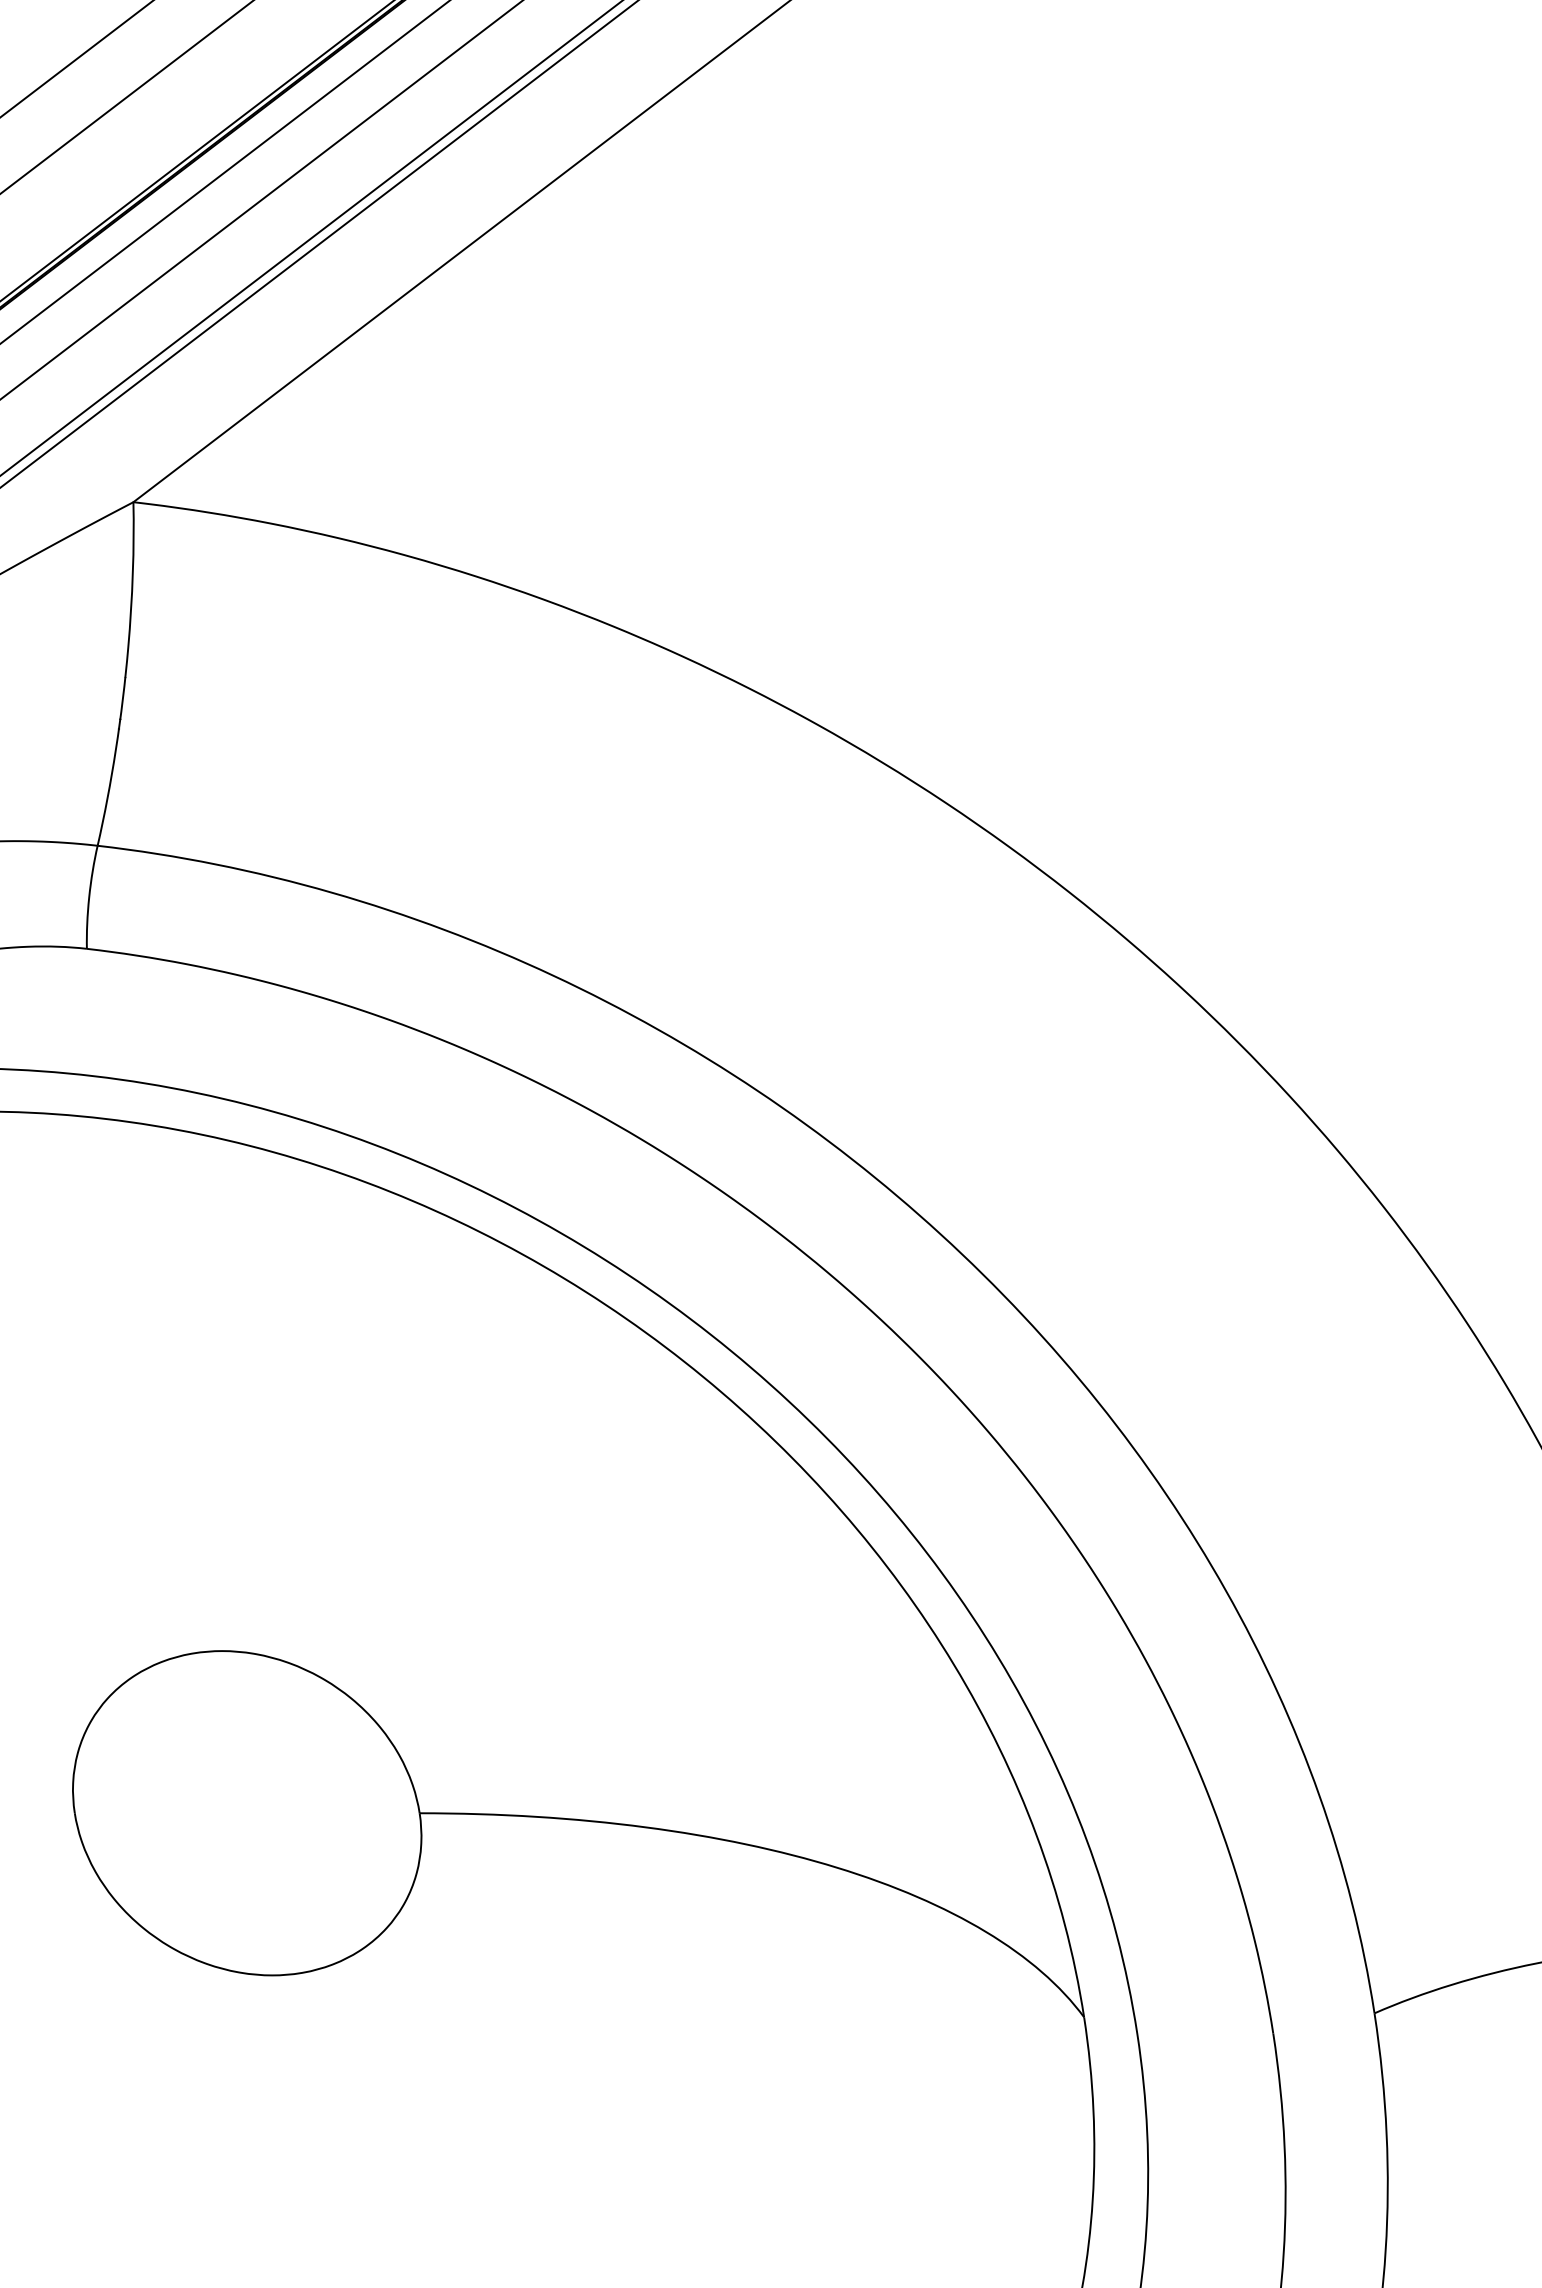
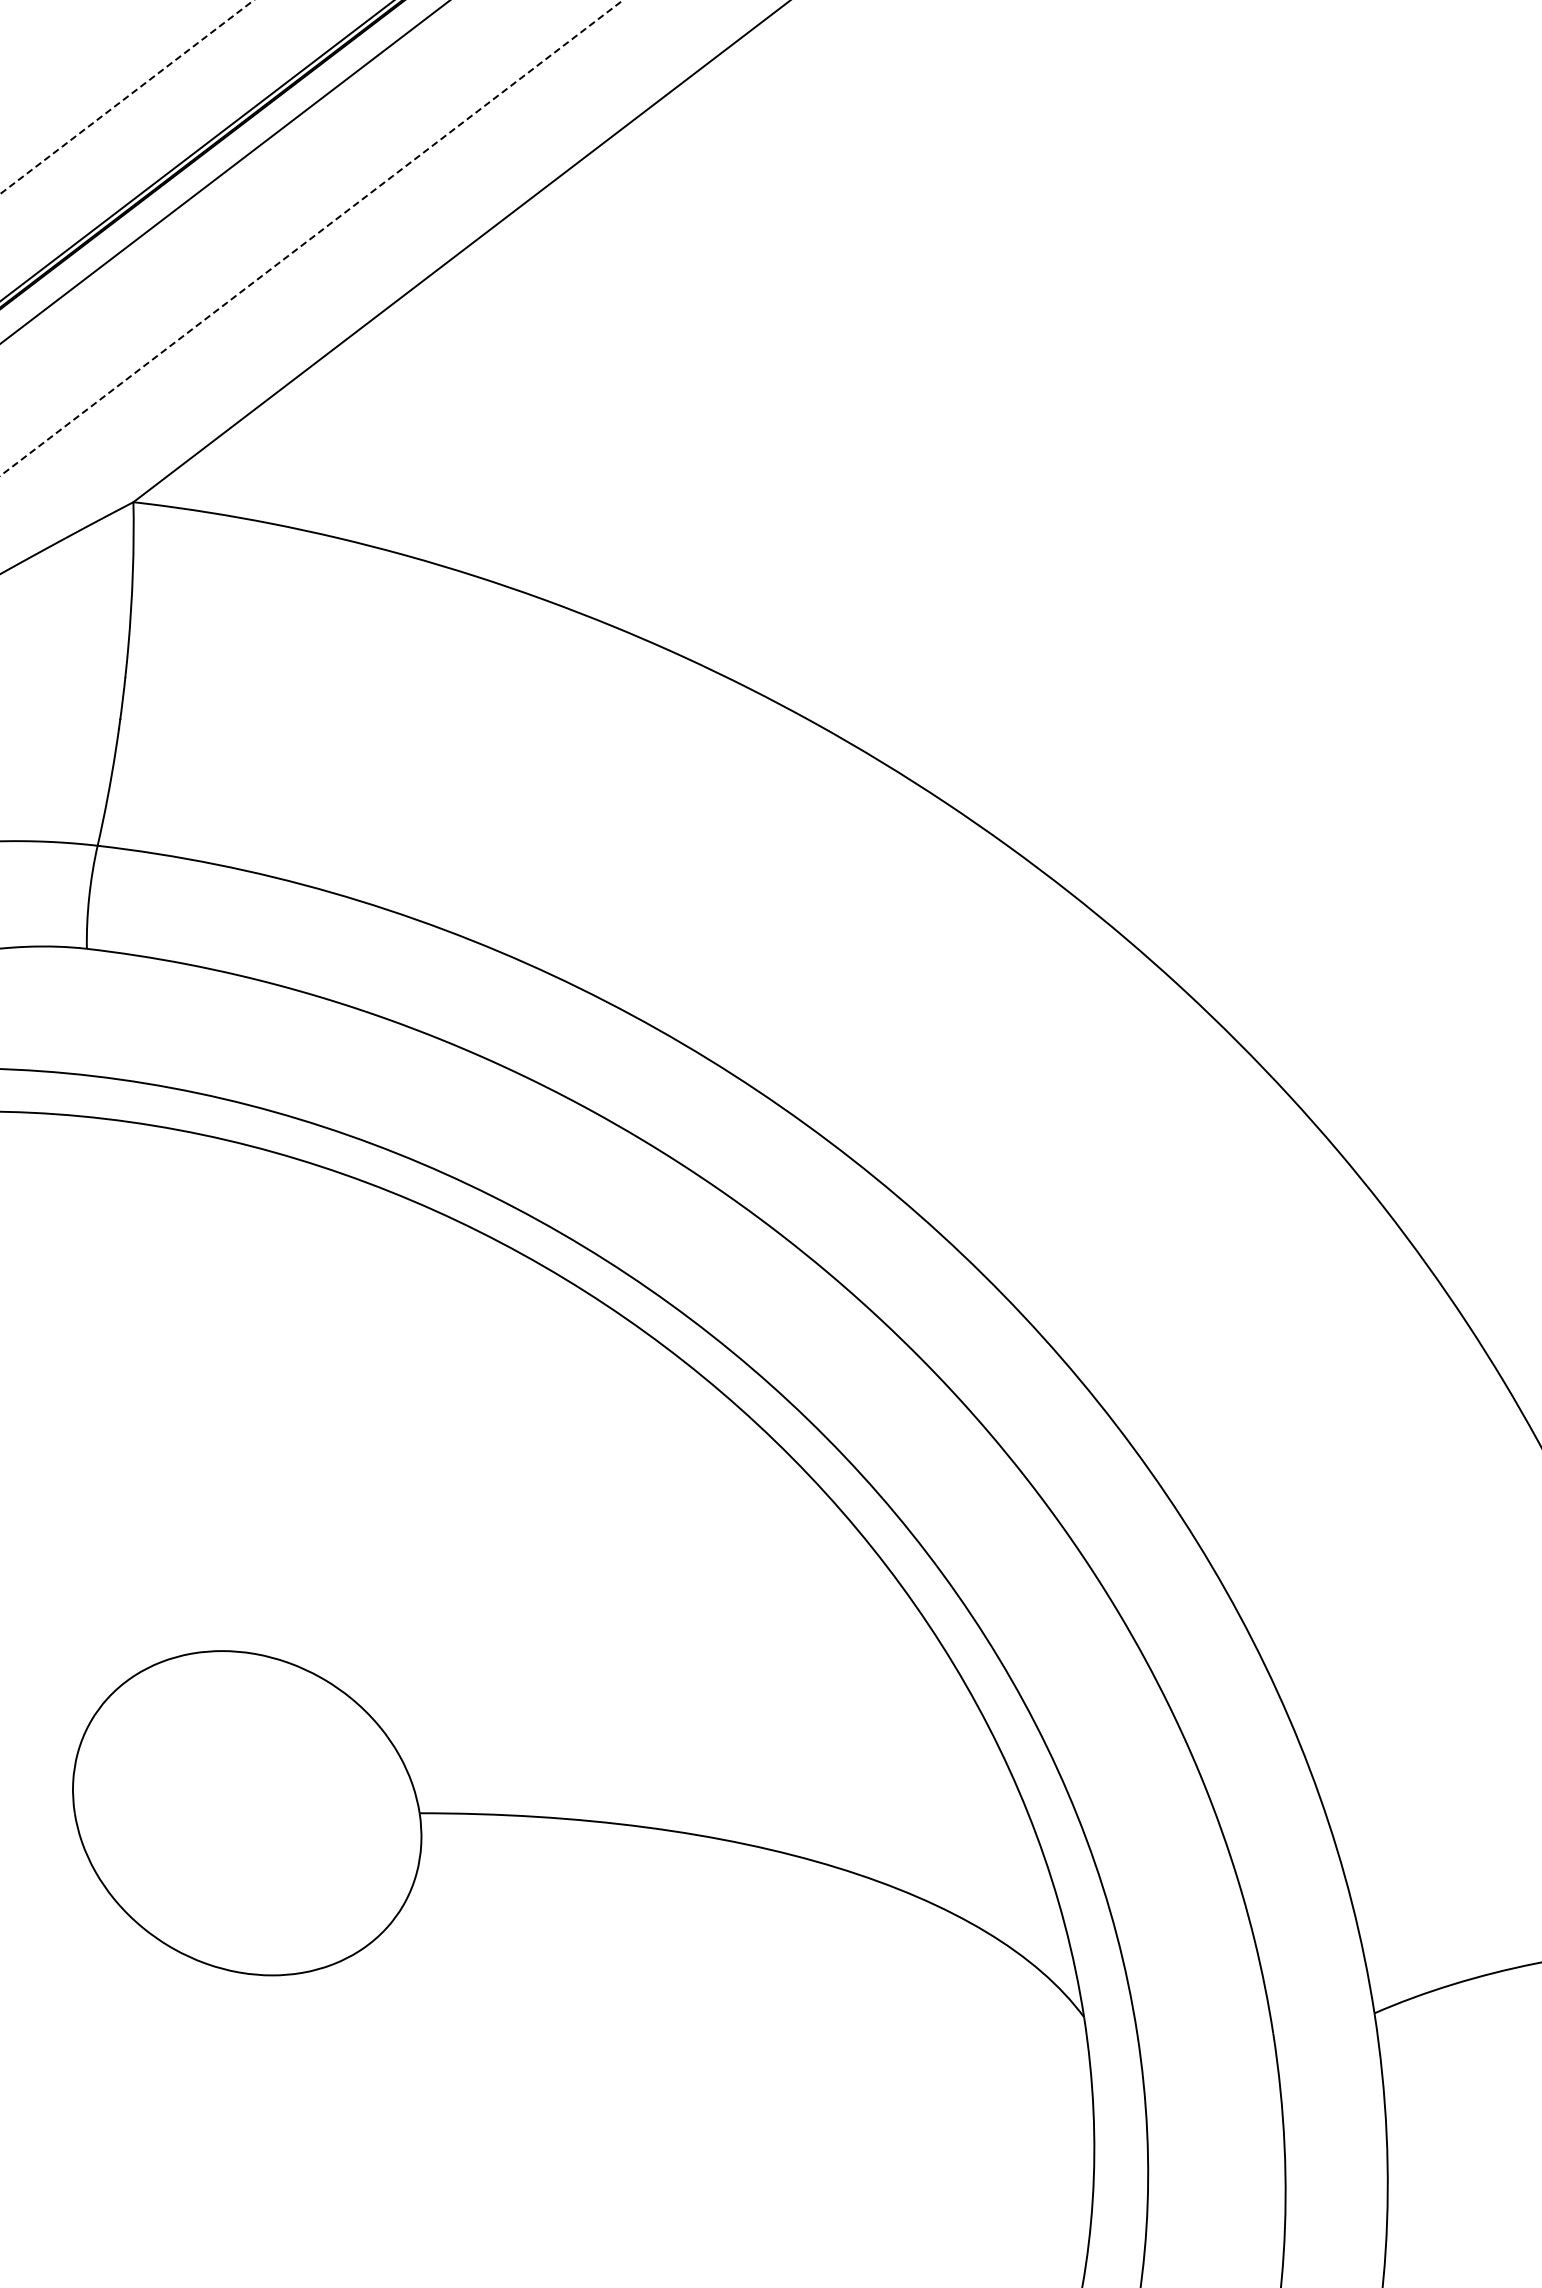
line at (76, 58): present -> none
line at (127, 96): solid -> dashed
line at (261, 199): present -> none
line at (311, 238): solid -> dashed
line at (318, 244): present -> none
